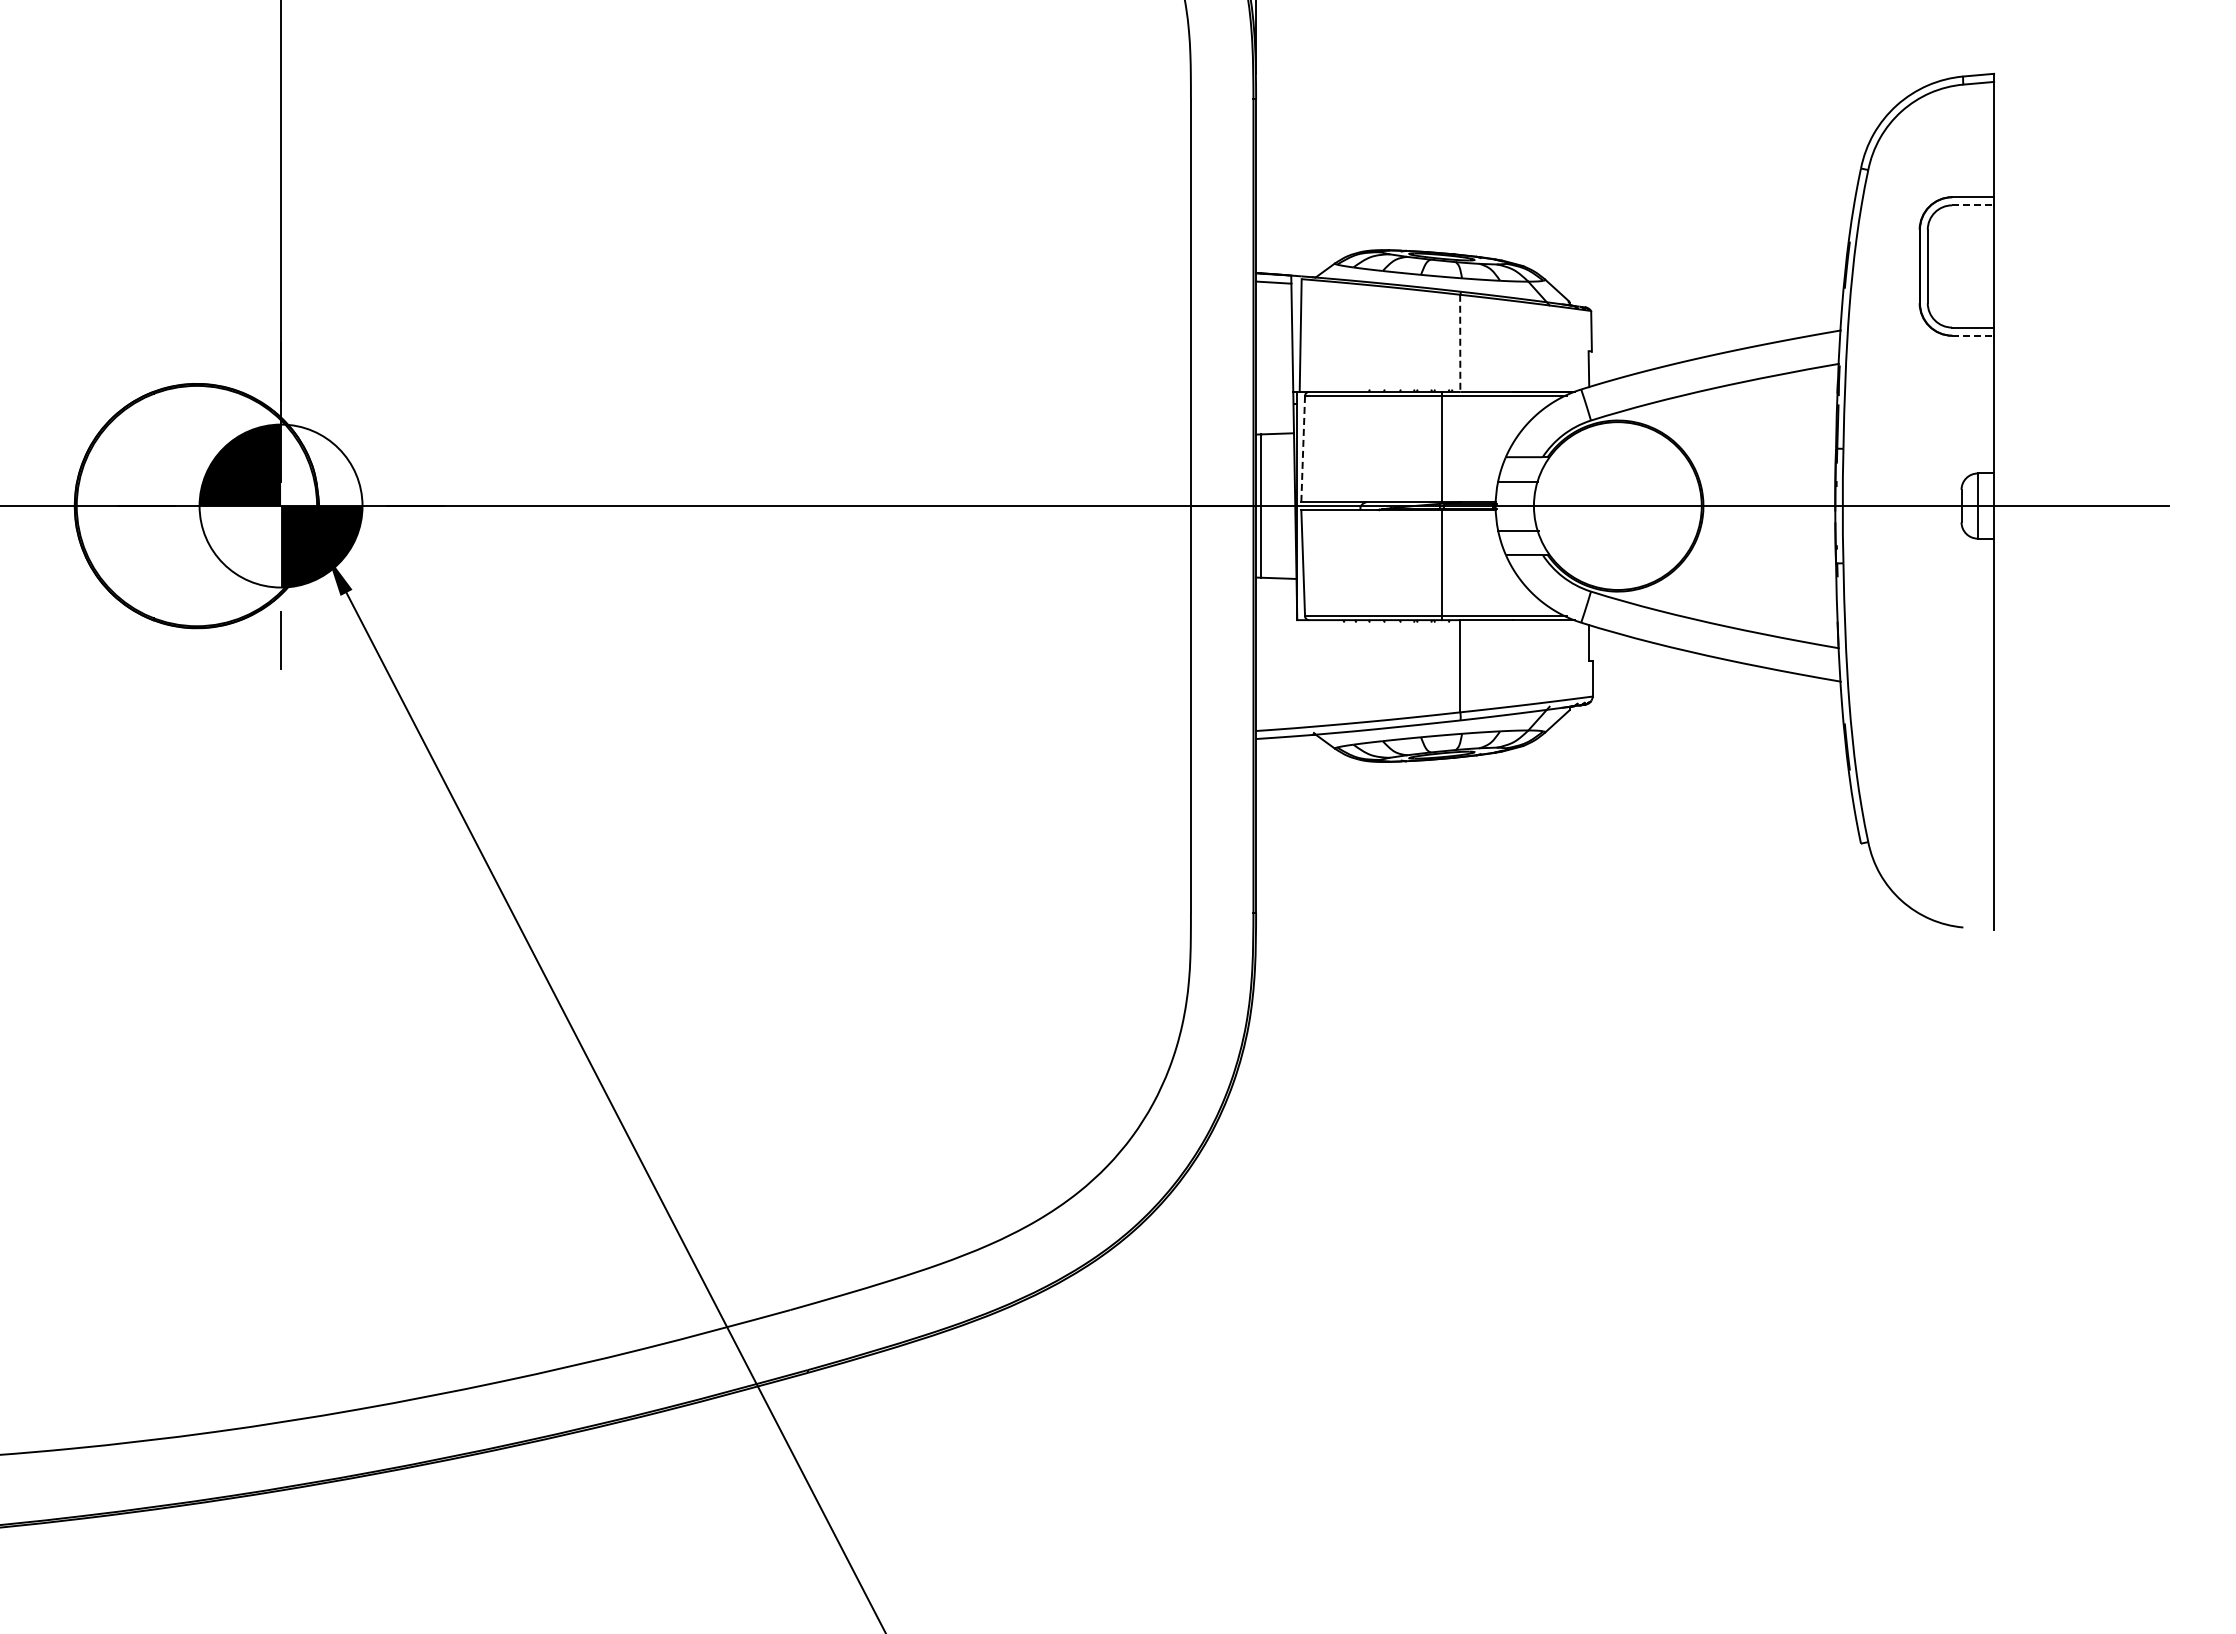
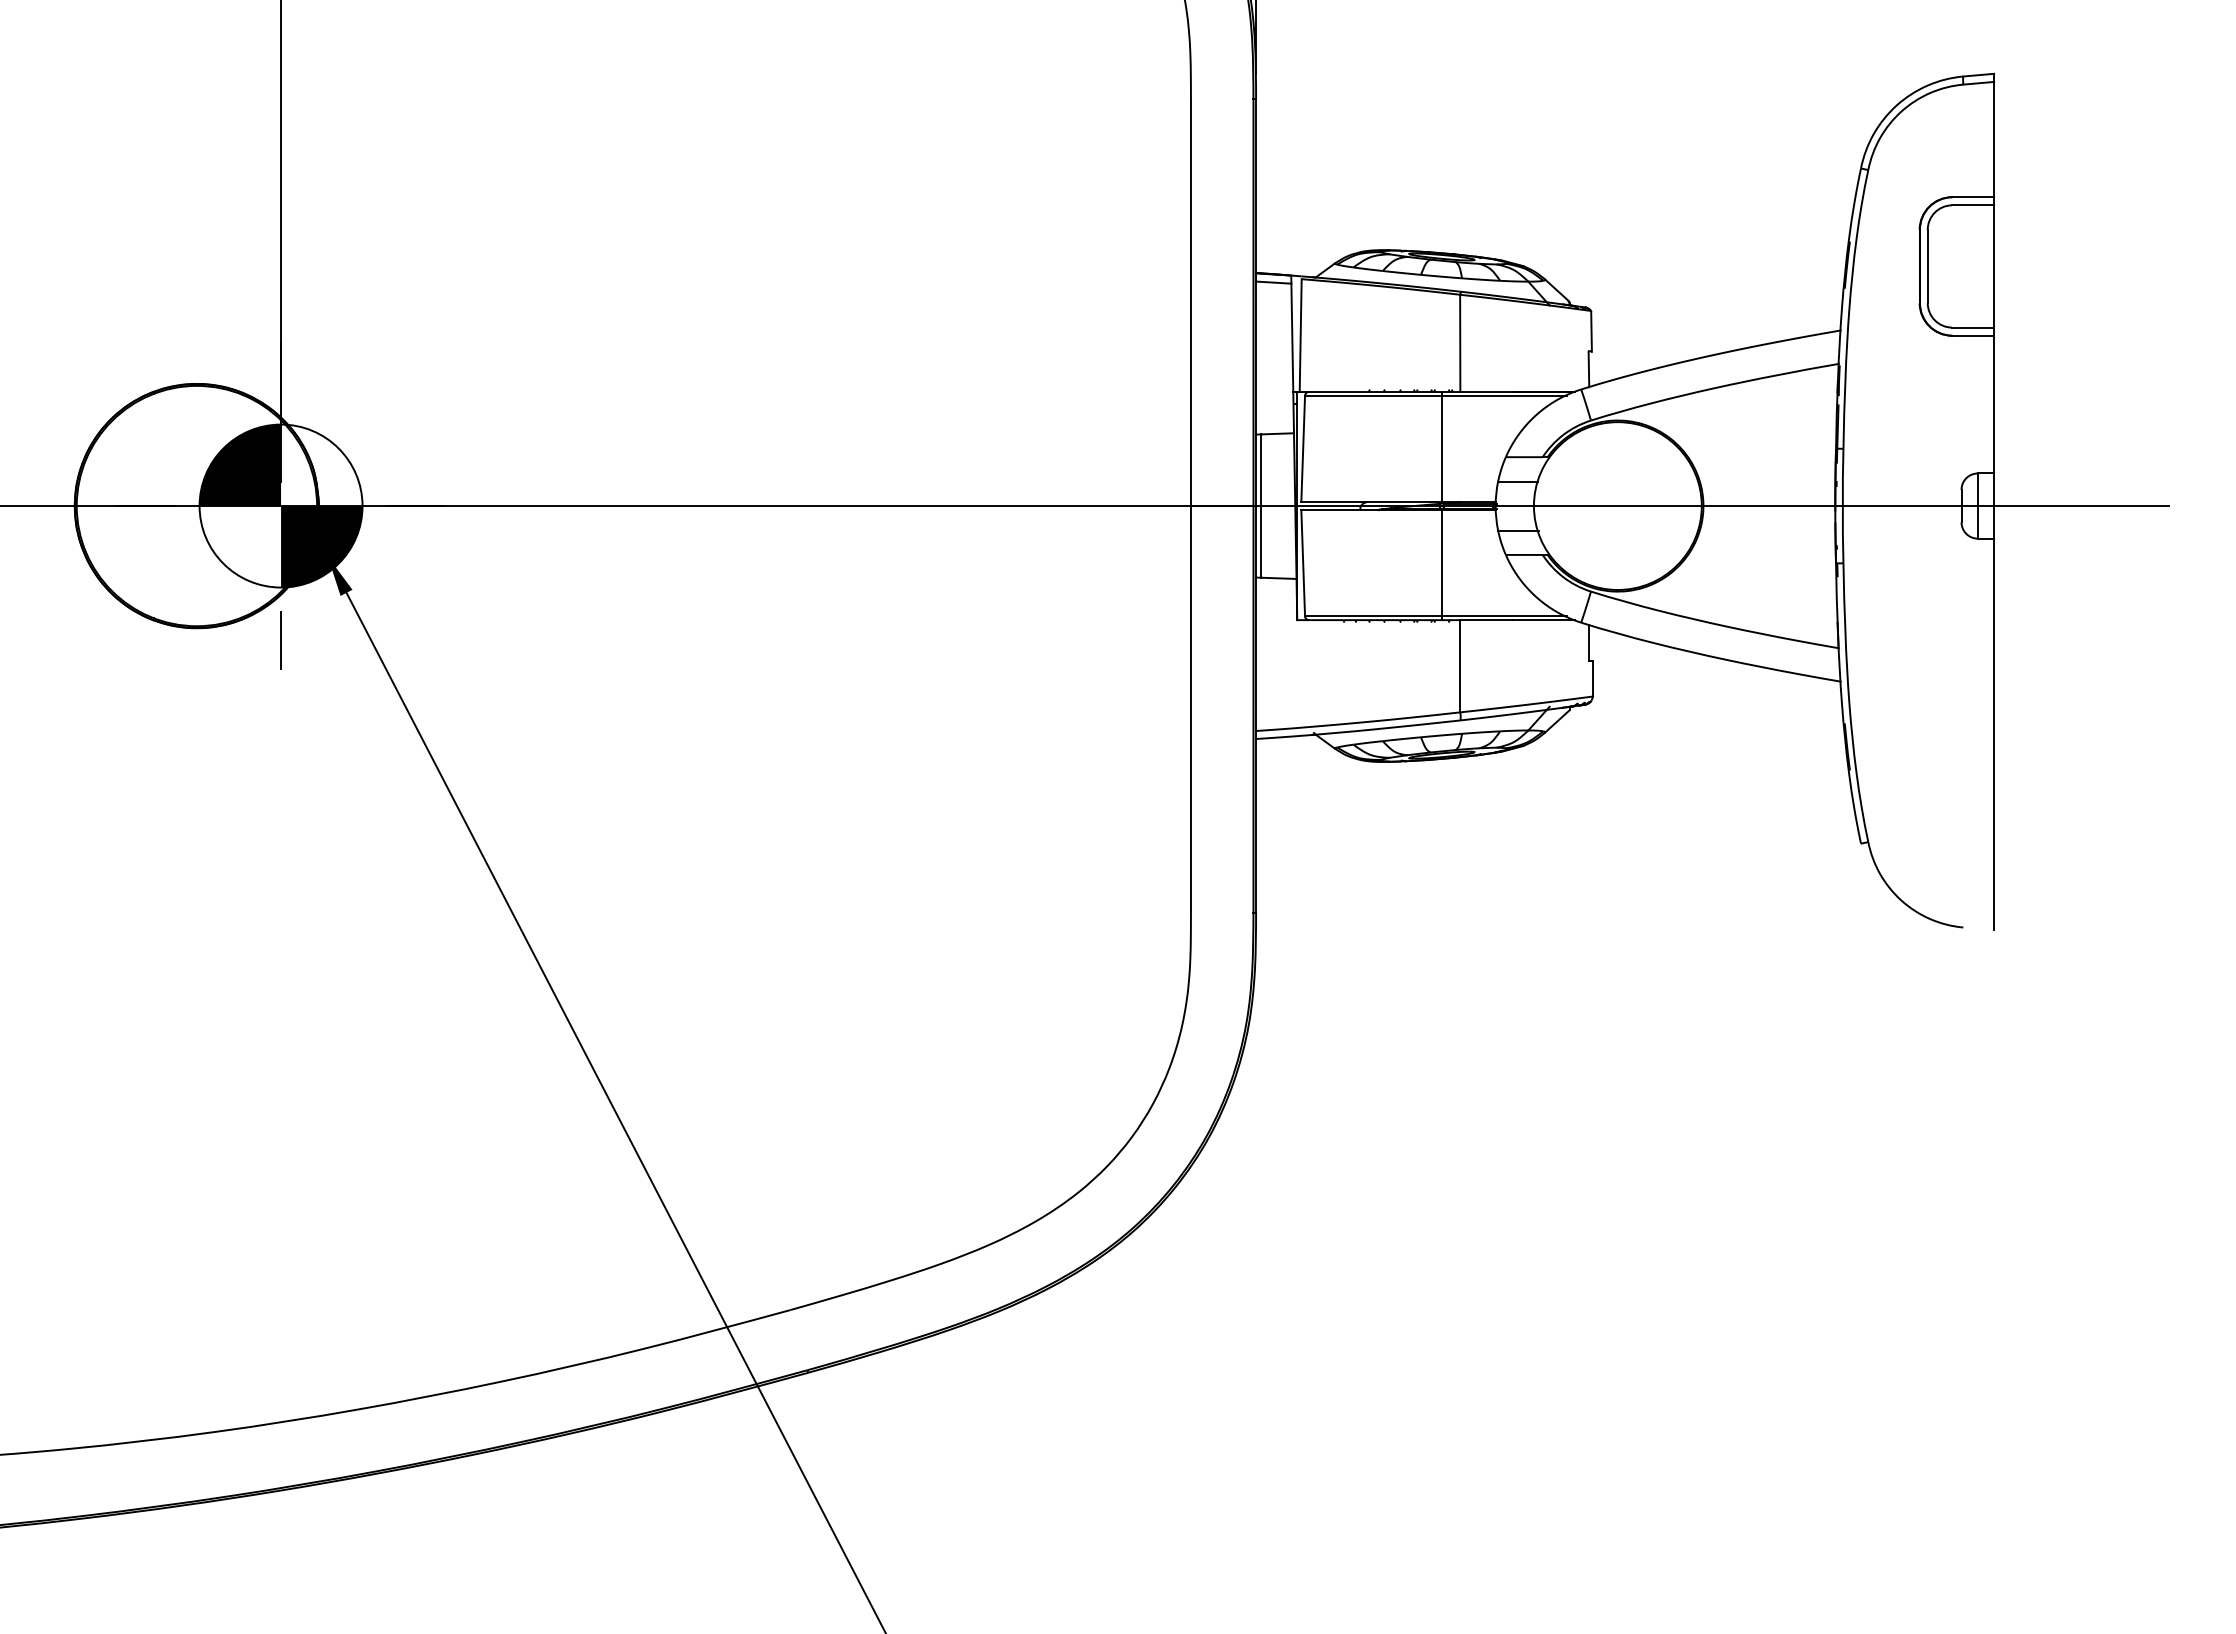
line at (1973, 205): dashed -> solid
line at (1973, 335): dashed -> solid
line at (1460, 343): dashed -> solid
line at (1303, 449): dashed -> solid
